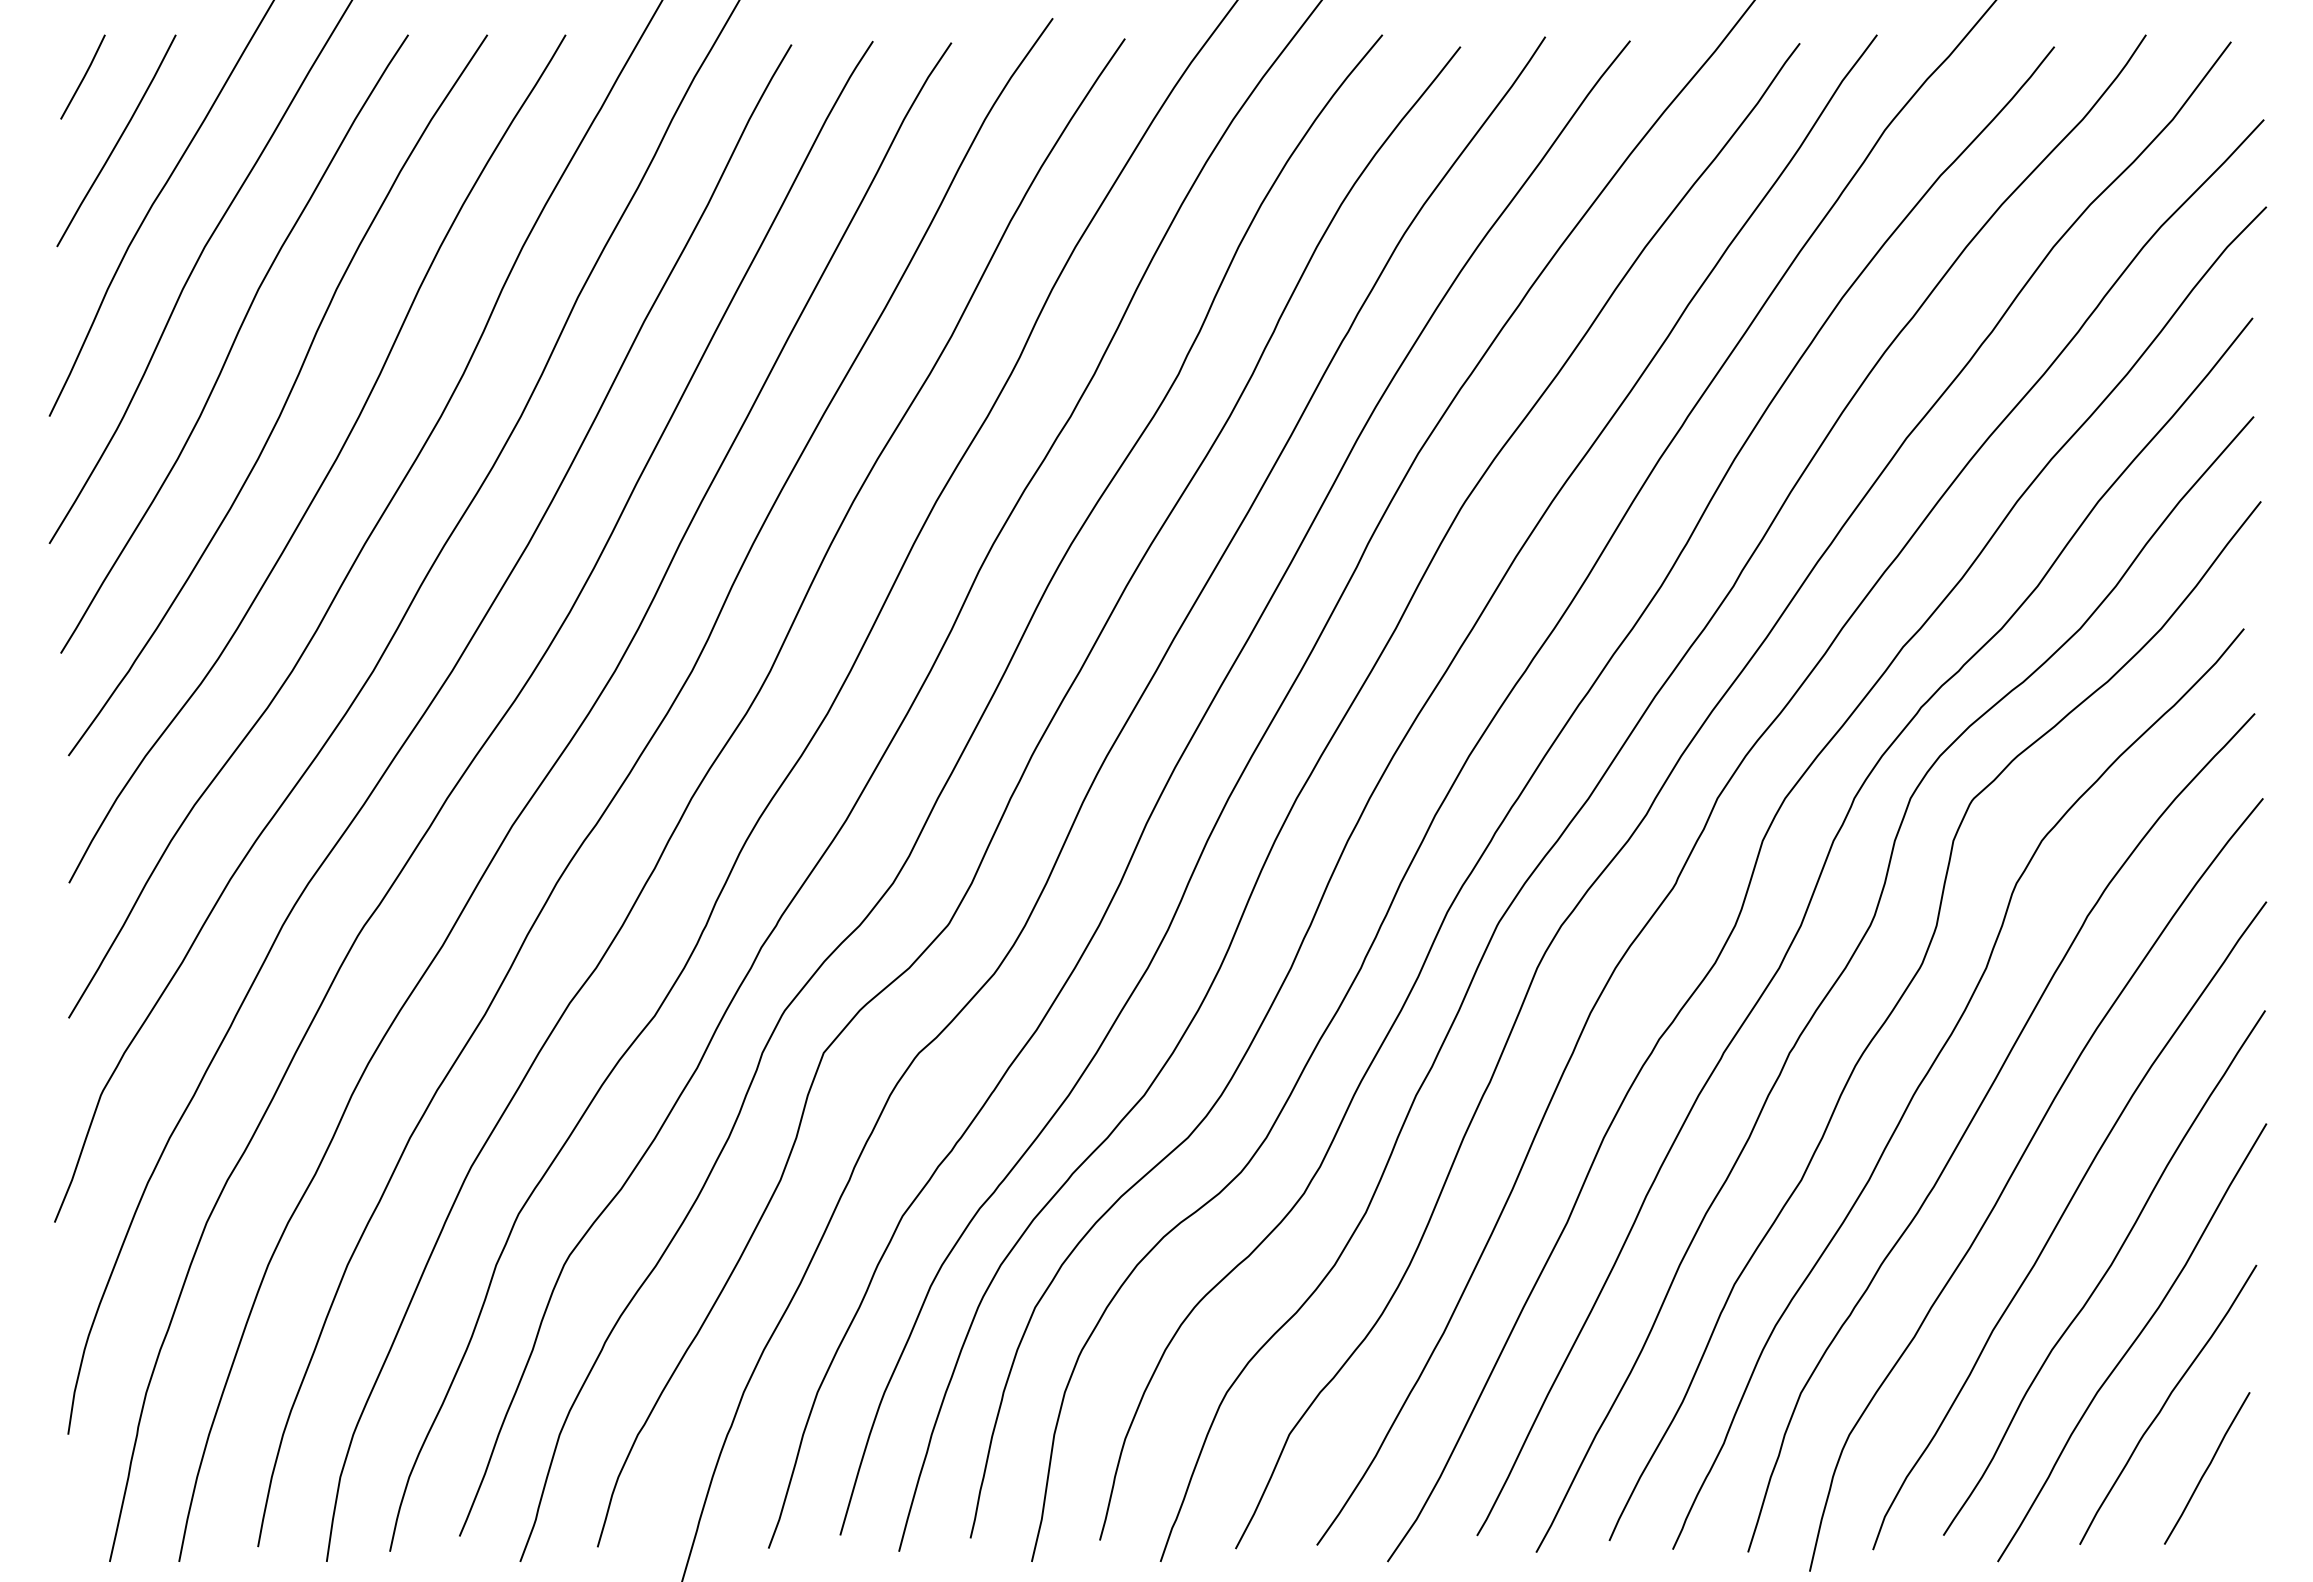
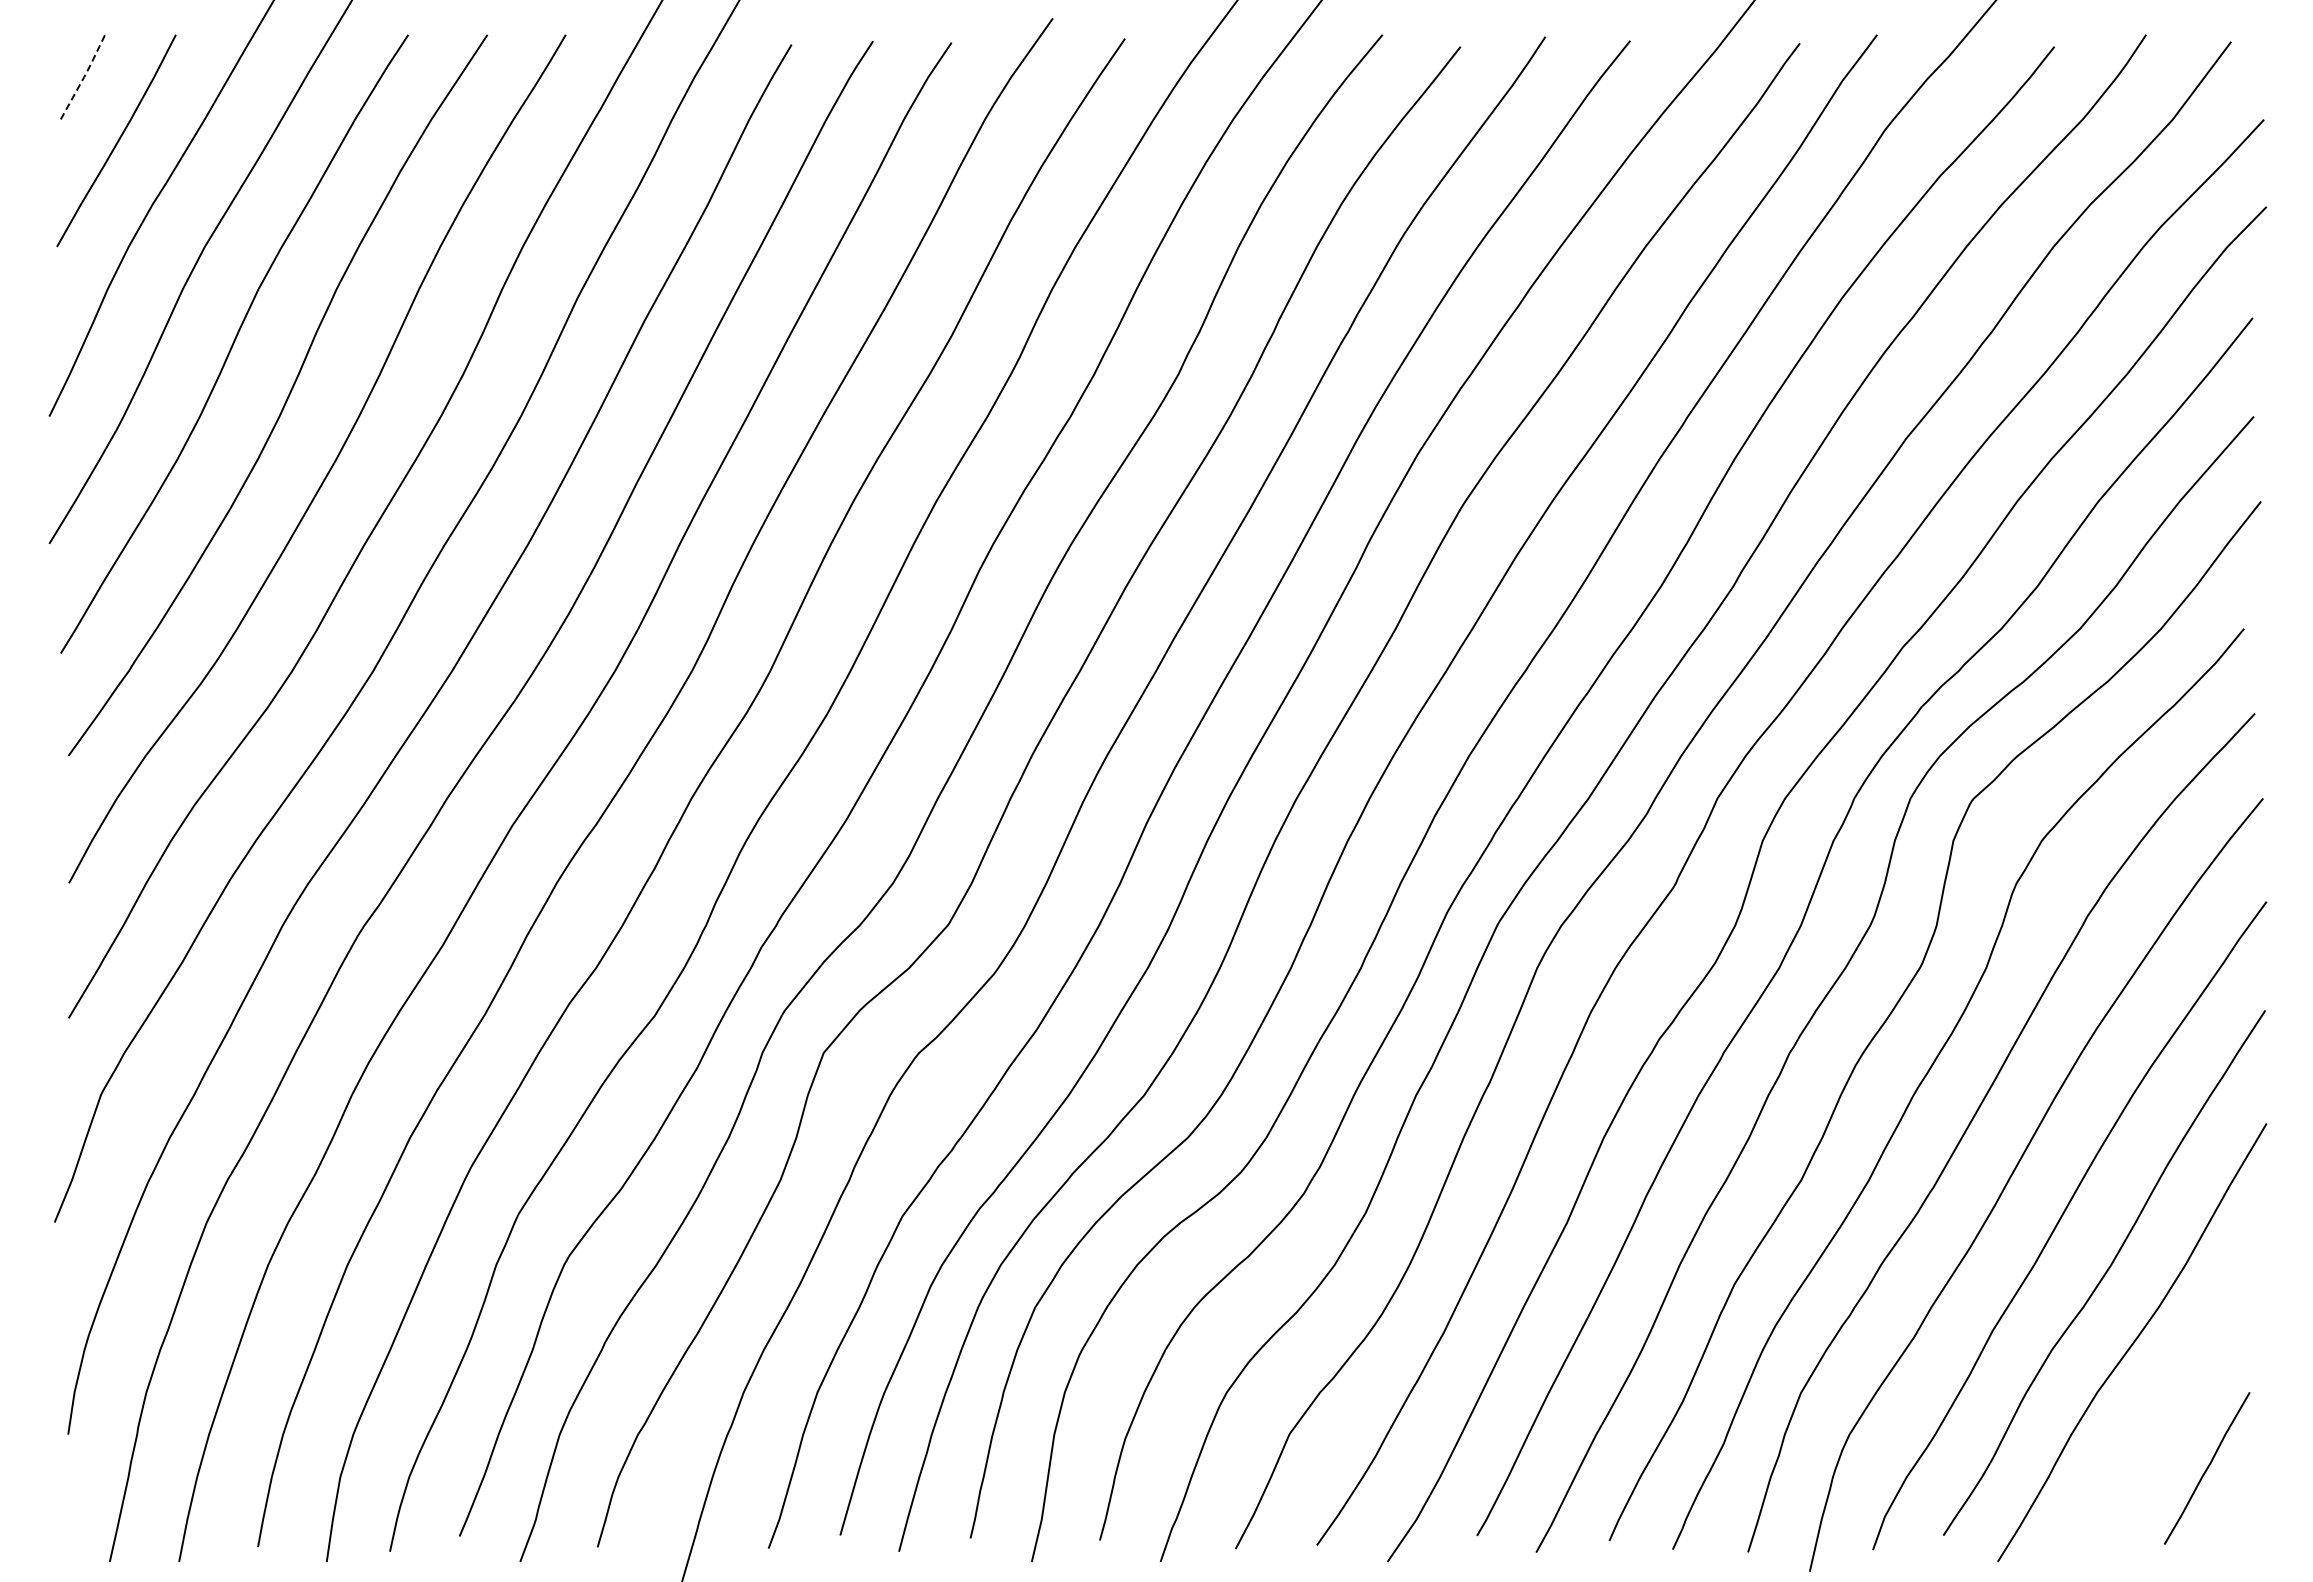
line at (84, 77): solid -> dashed
curve at (2166, 1402): present -> none
